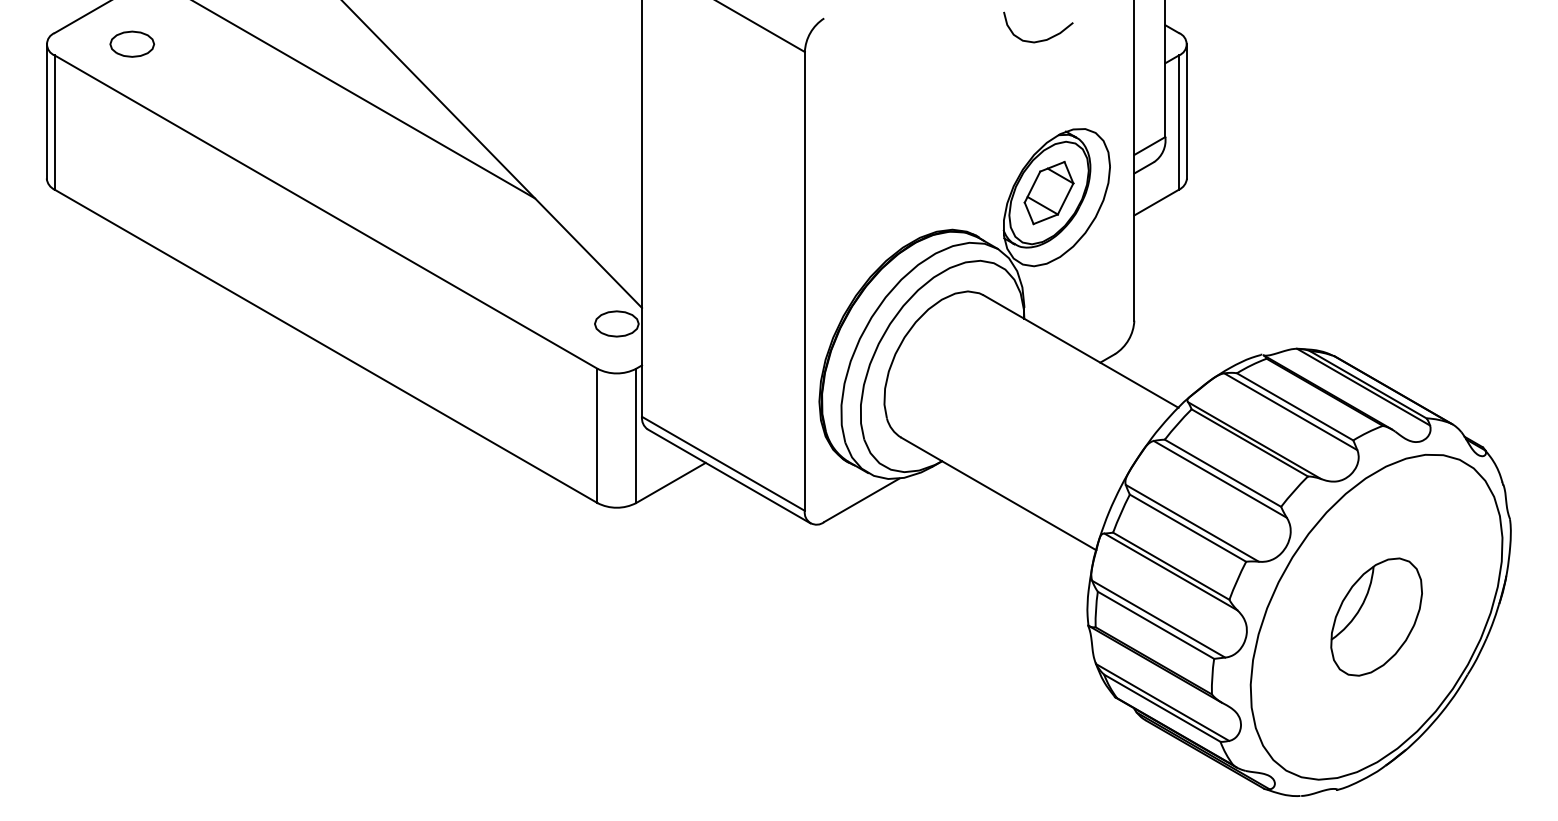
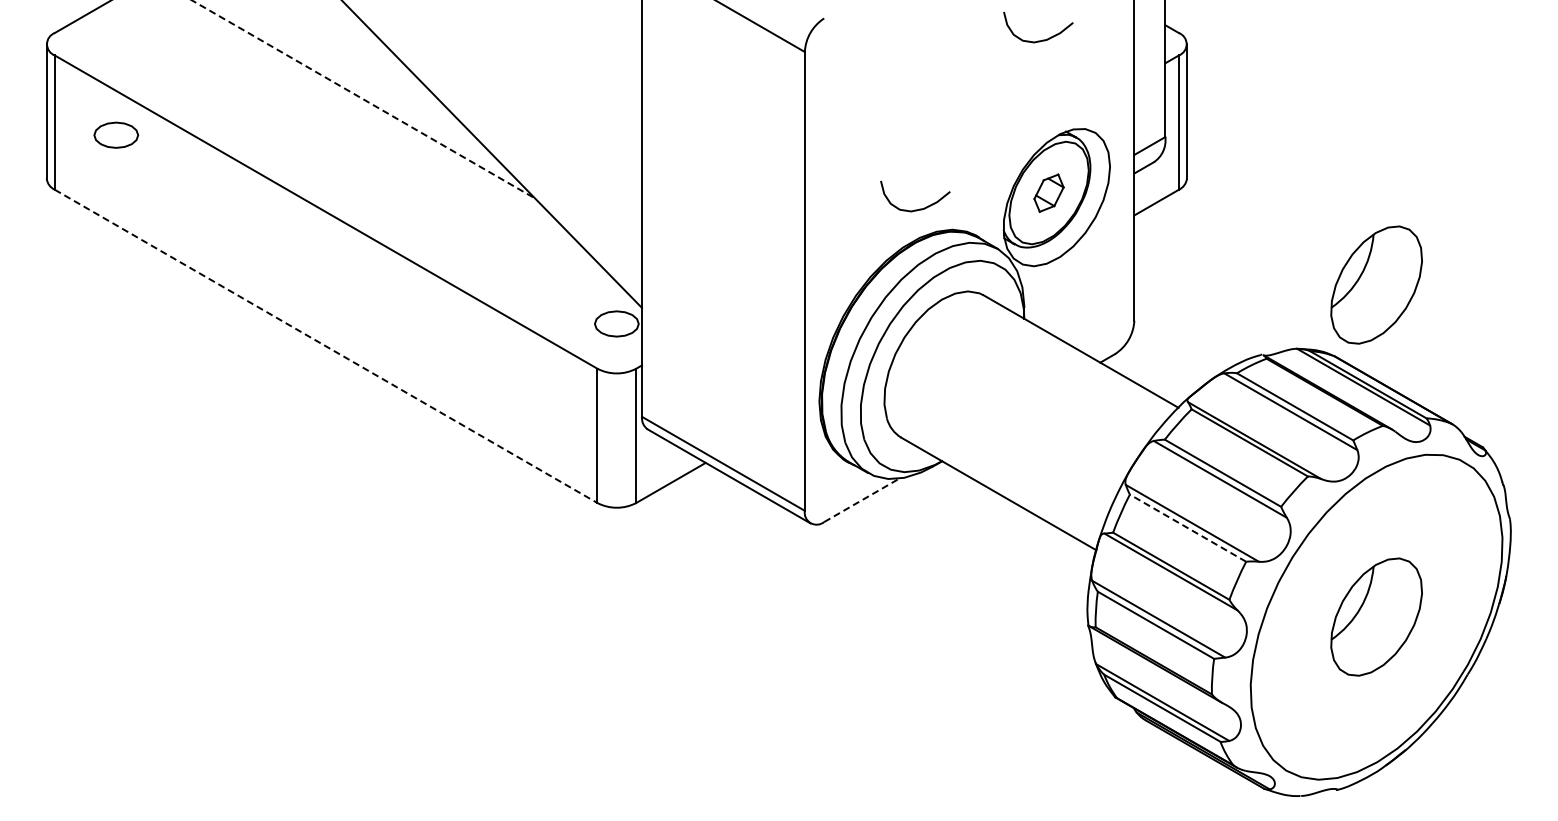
part at (132, 43) position: (132, 43) -> (116, 134)
line at (363, 99): solid -> dashed
part at (1048, 193) size: 52x65 px -> 32x40 px
curve at (919, 208): none -> present
part at (1376, 284): none -> present
line at (326, 346): solid -> dashed
line at (862, 500): solid -> dashed
line at (1187, 527): solid -> dashed
